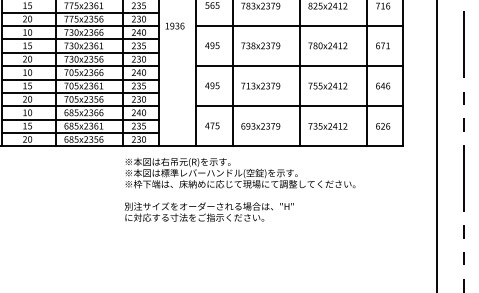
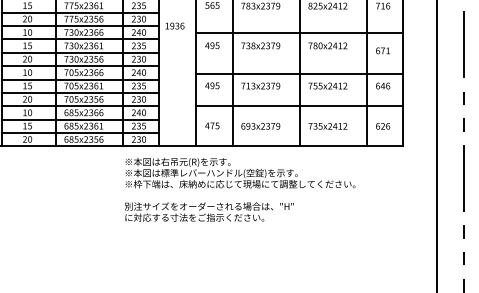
line at (299, 26) position: (299, 26) -> (299, 33)
text at (382, 45) position: (382, 45) -> (382, 50)
line at (299, 66) position: (299, 66) -> (299, 74)
